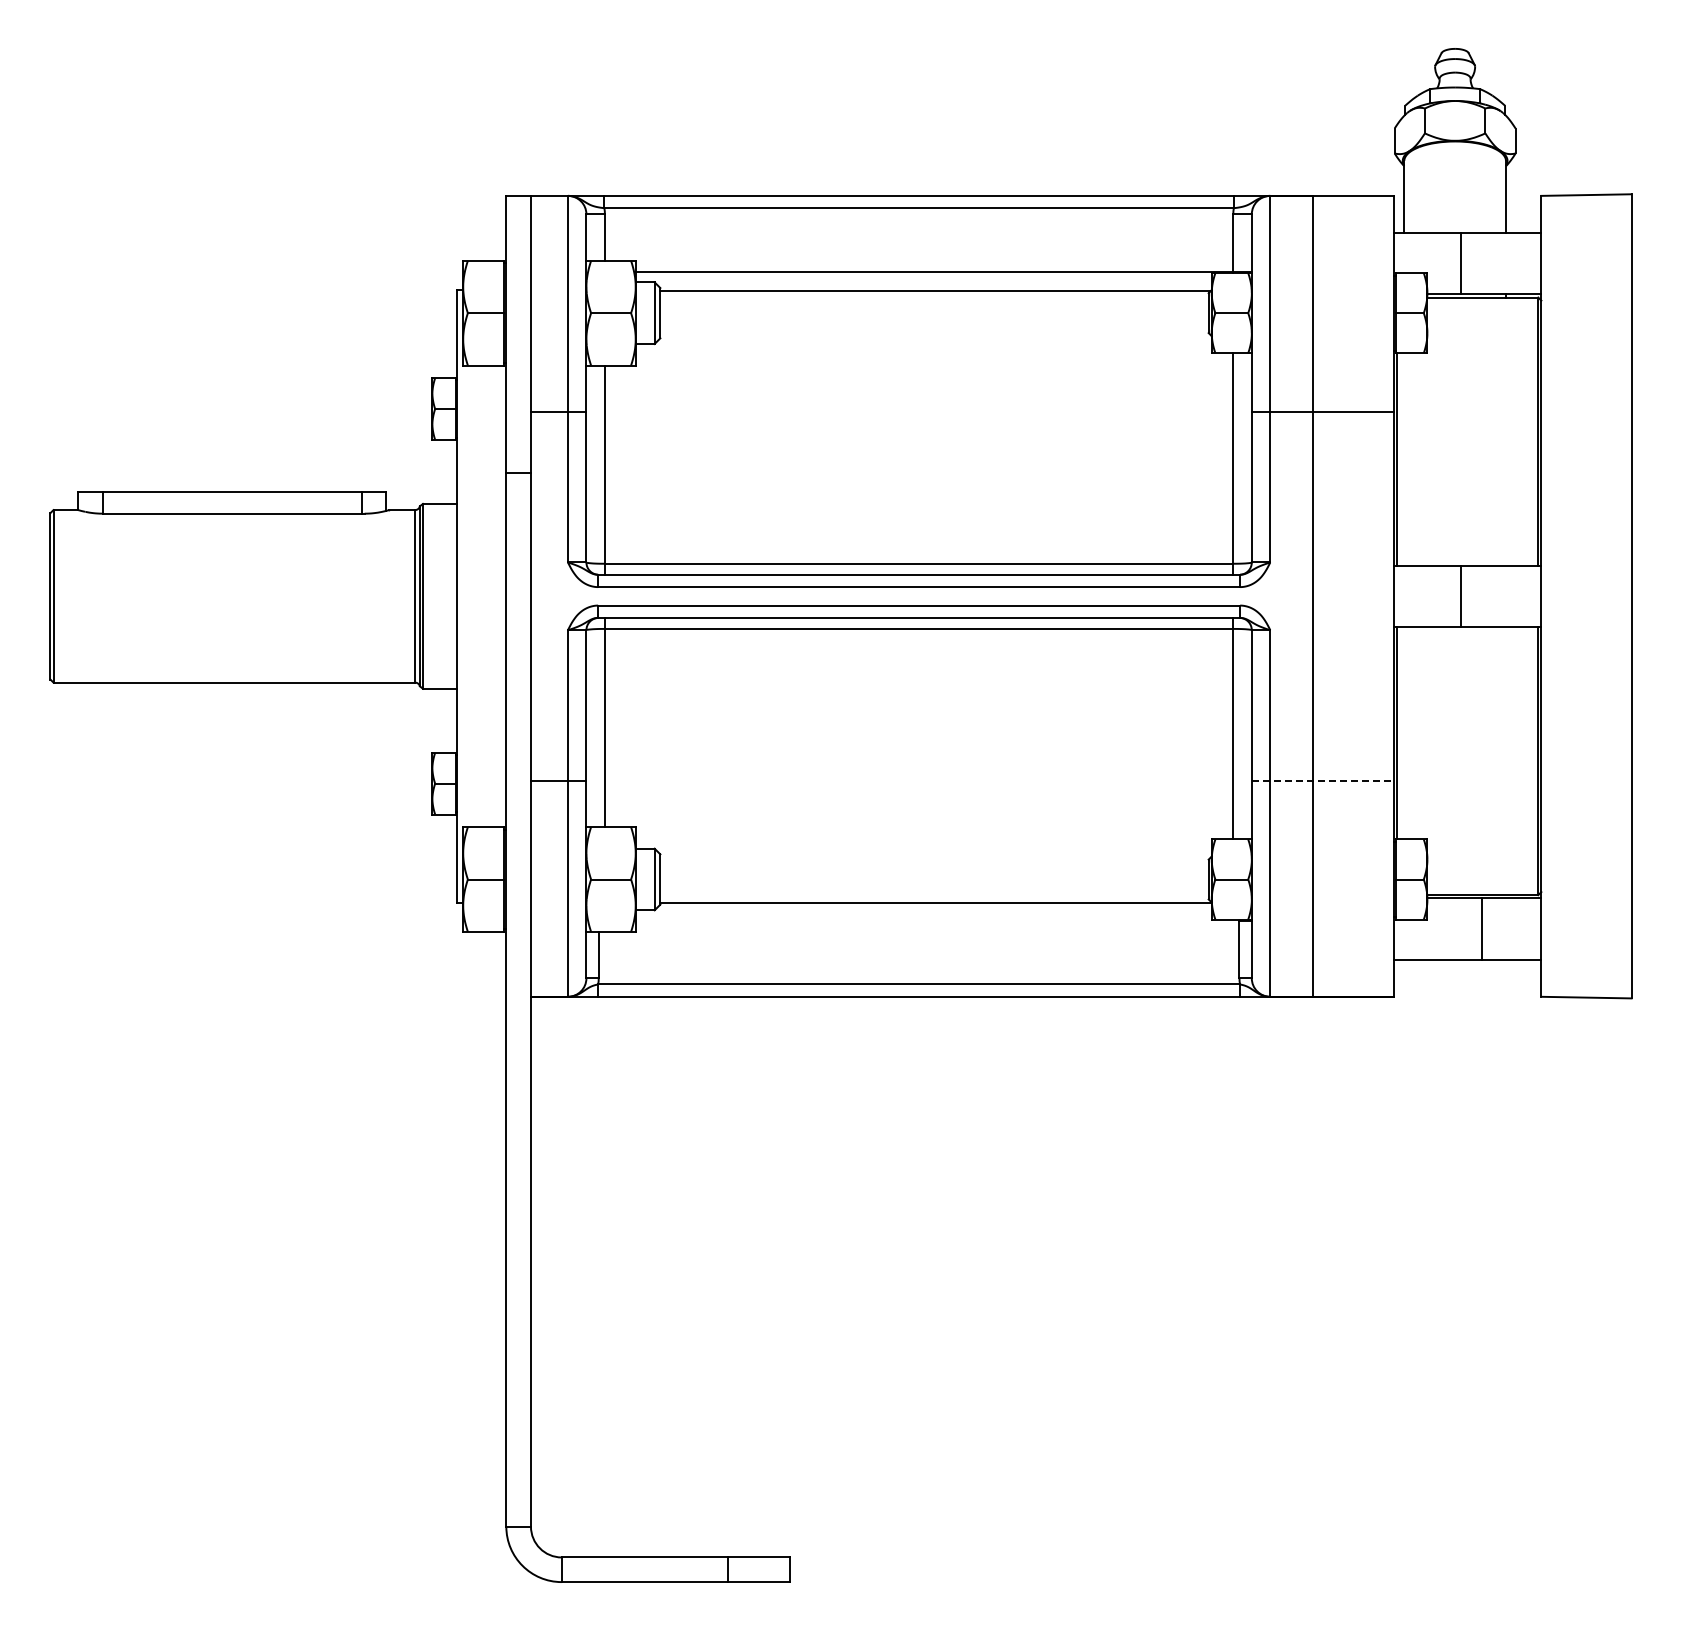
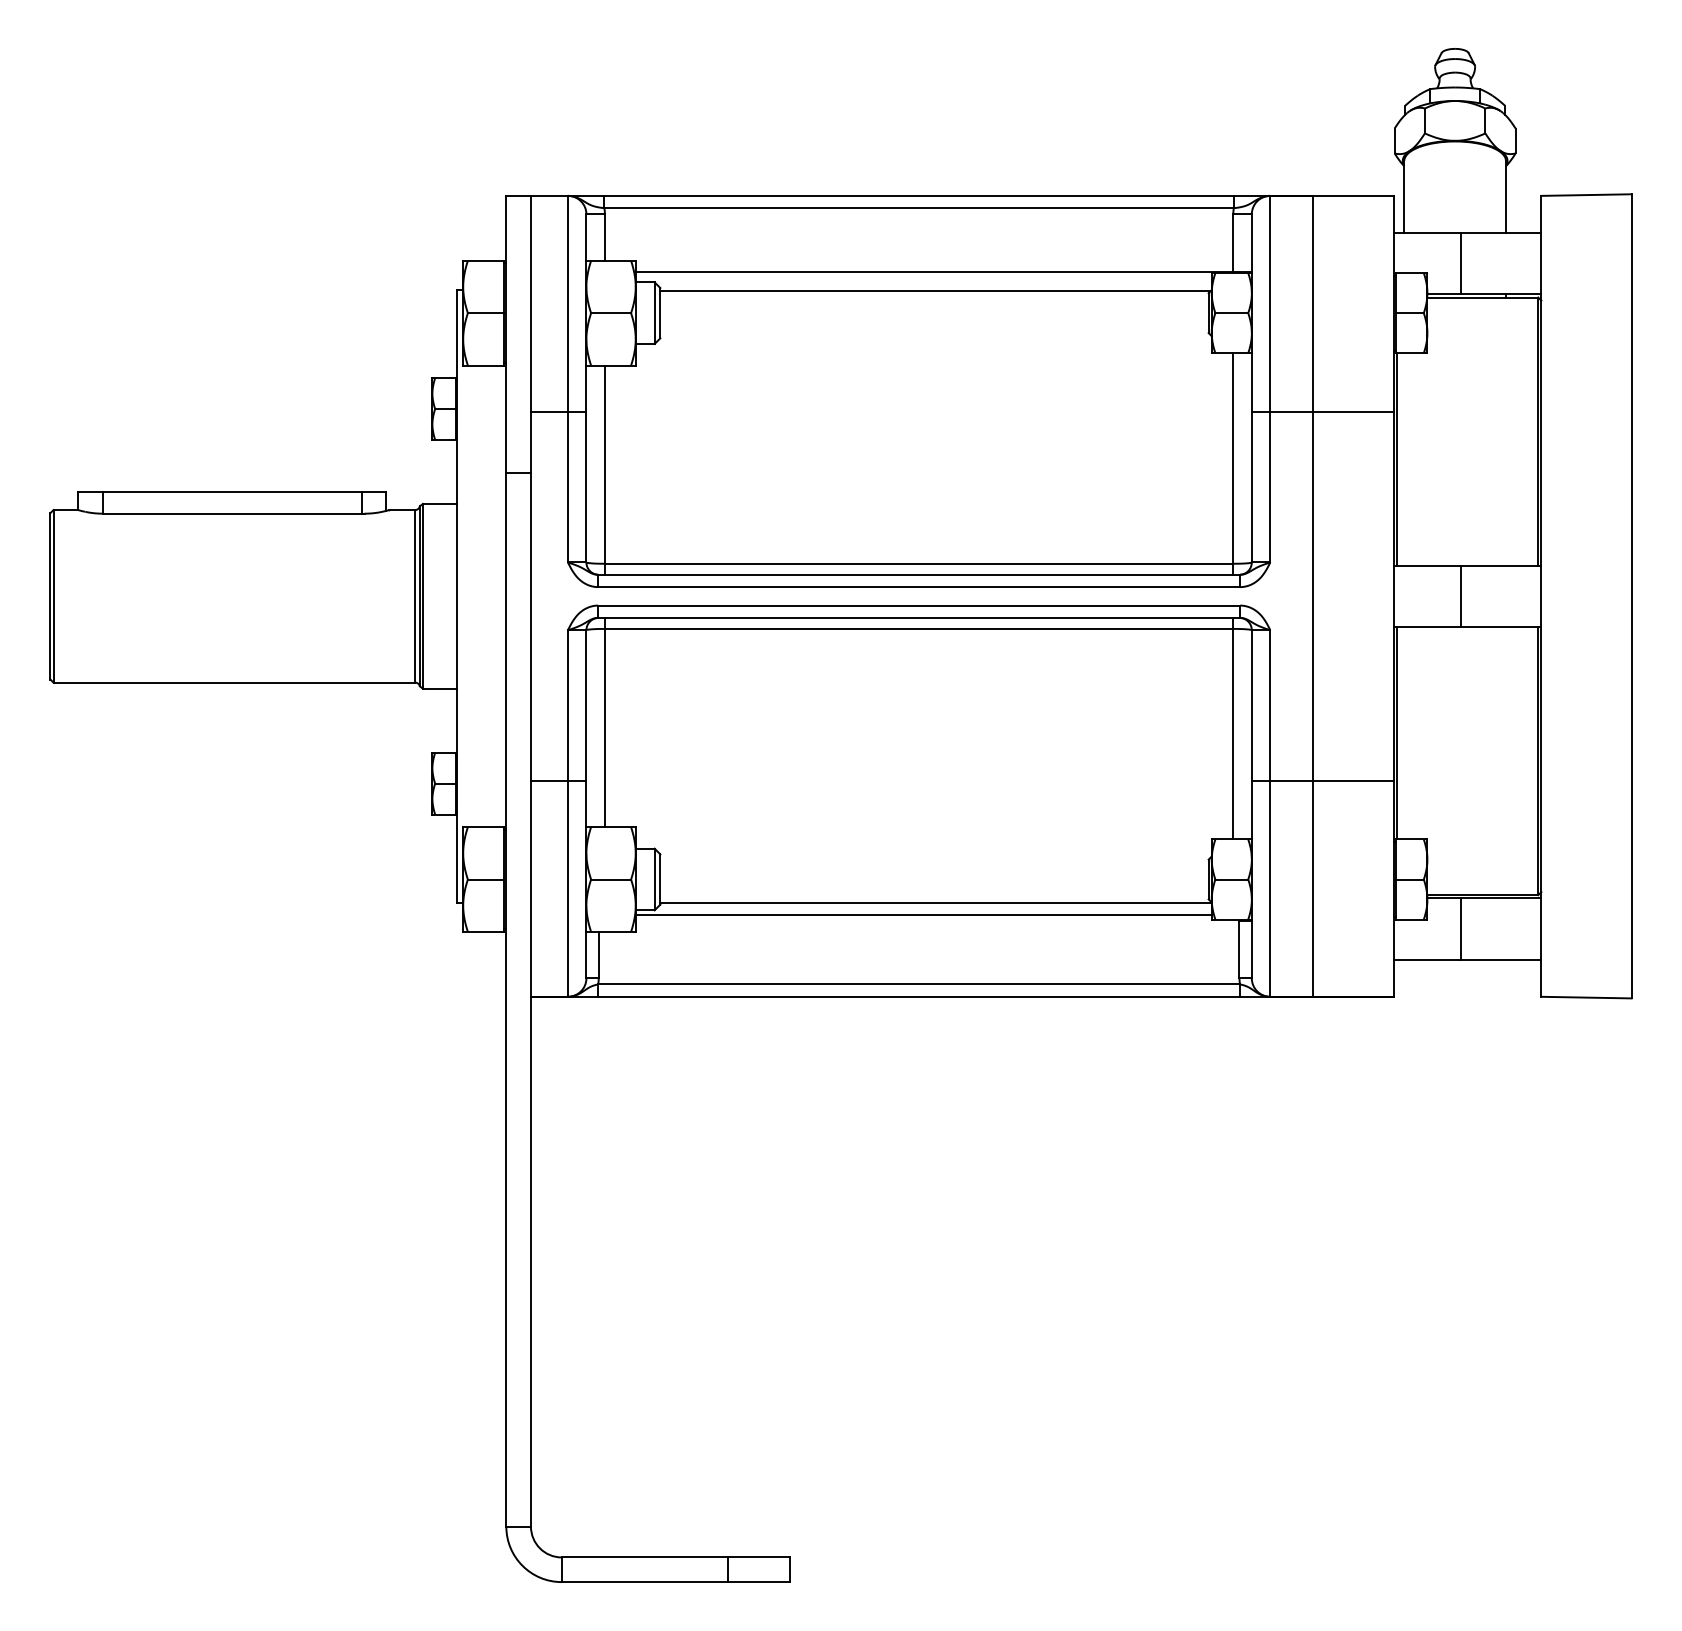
line at (1322, 781): dashed -> solid
line at (923, 914): none -> present
line at (1482, 928) position: (1482, 928) -> (1461, 928)
